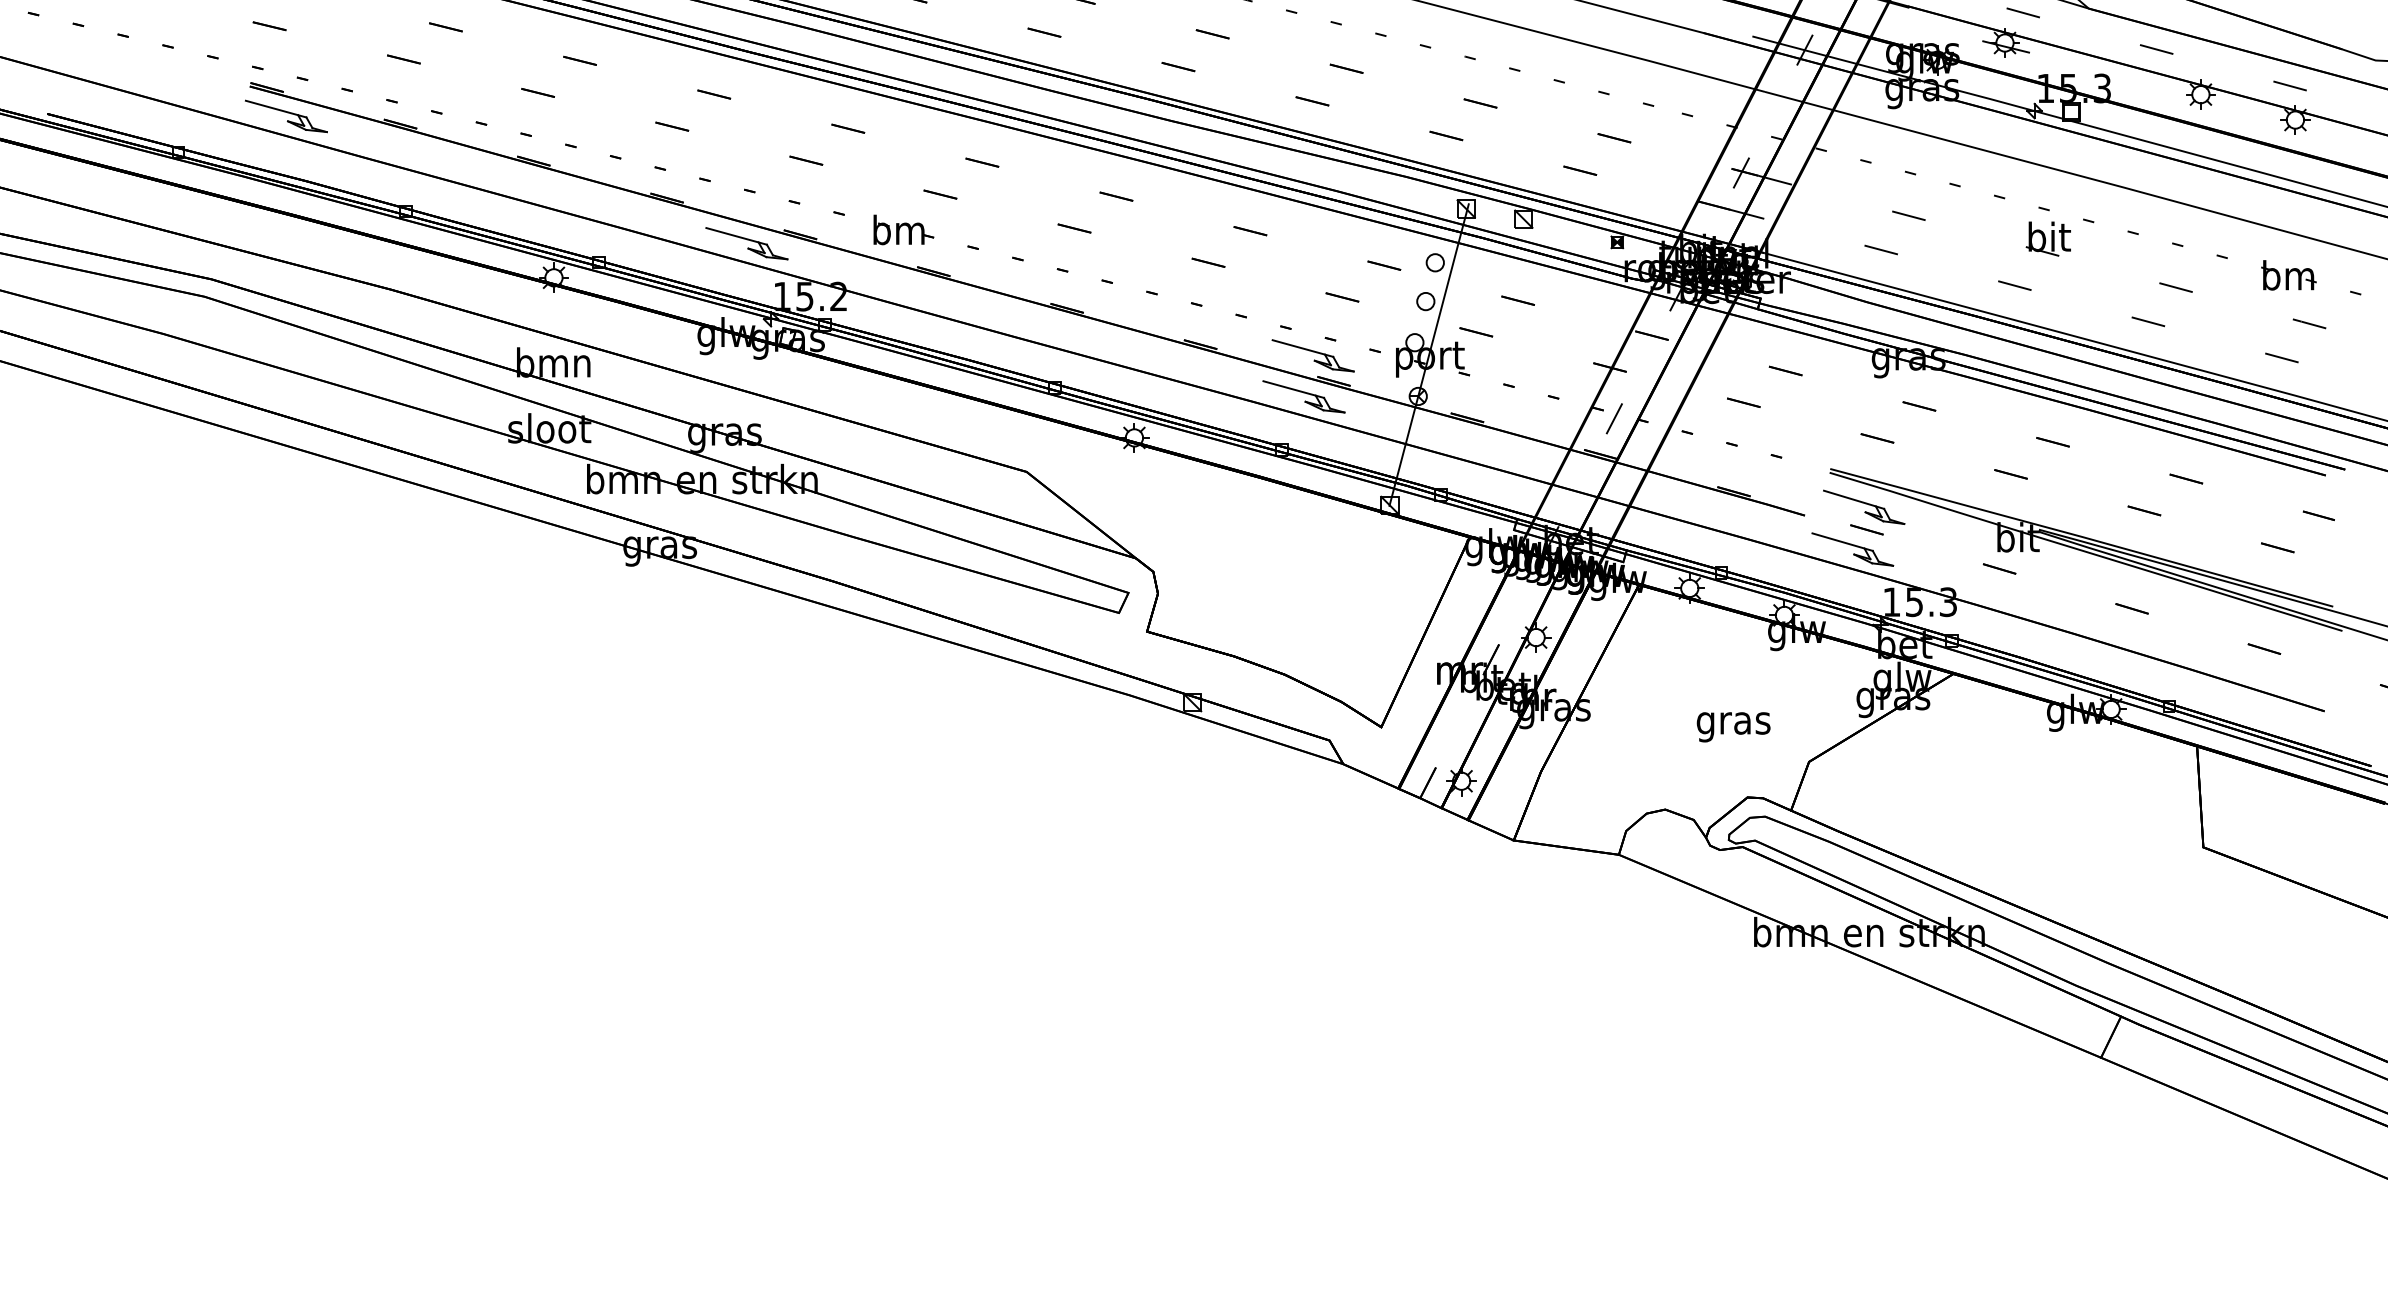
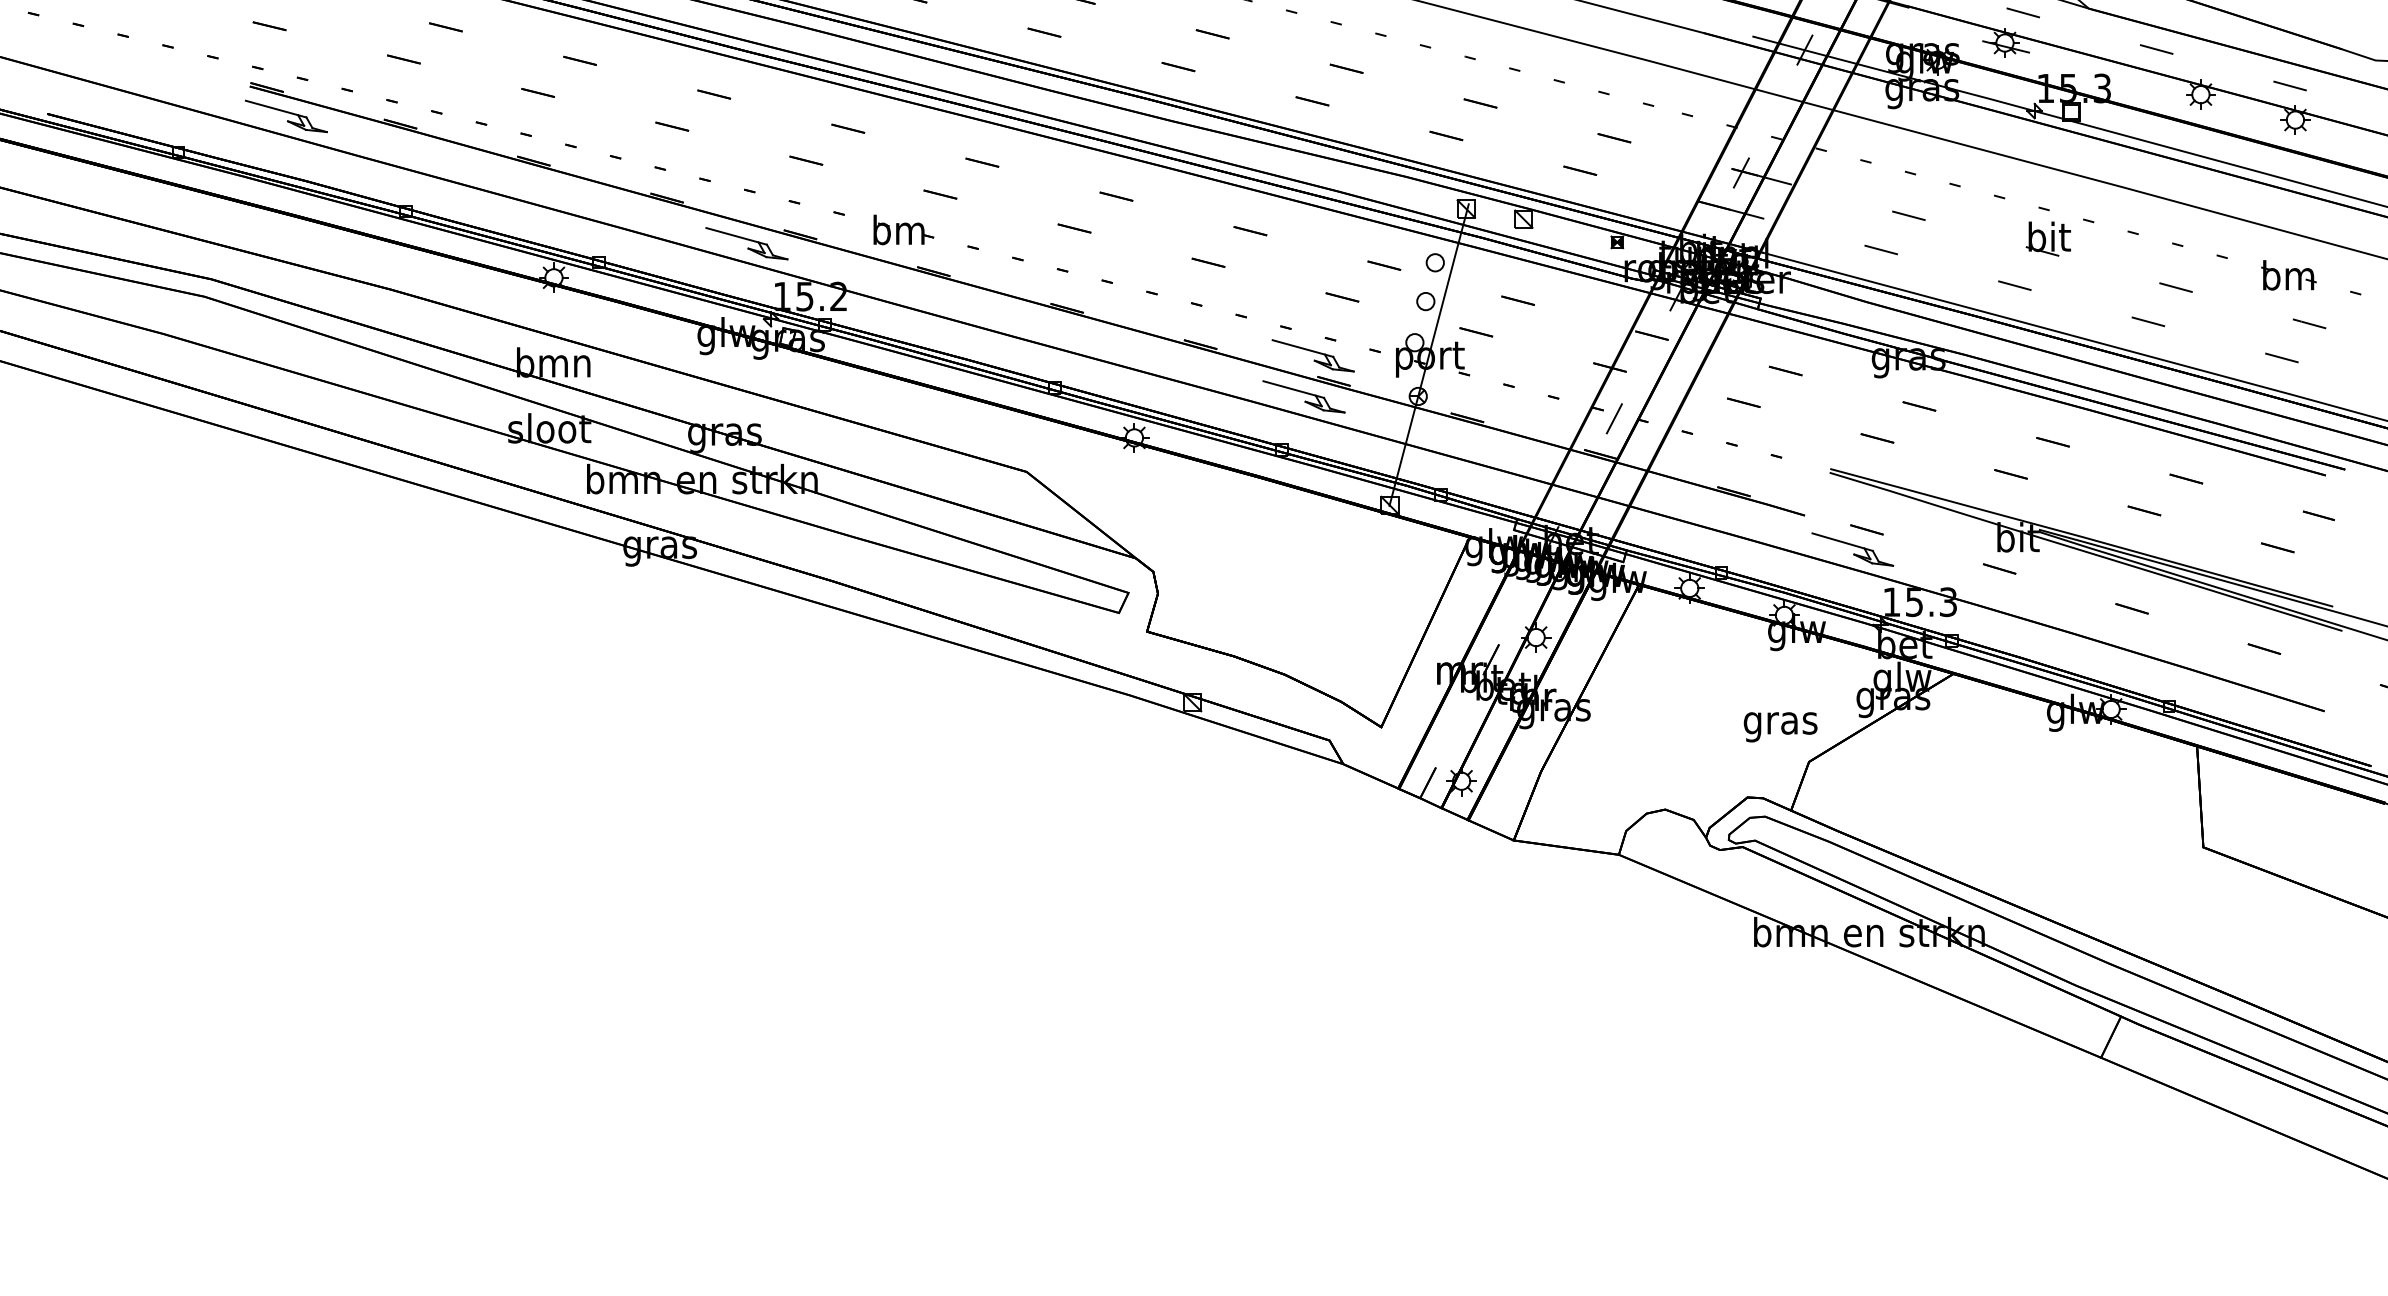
part at (1864, 506): present -> none
text at (1733, 727) position: (1733, 727) -> (1780, 727)
